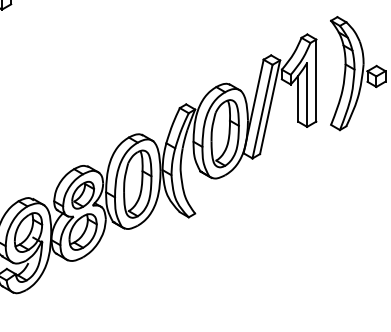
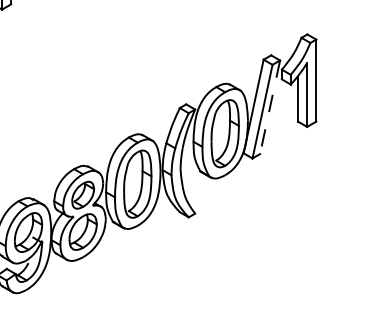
part at (358, 73): present -> none
line at (270, 107): solid -> dashed
